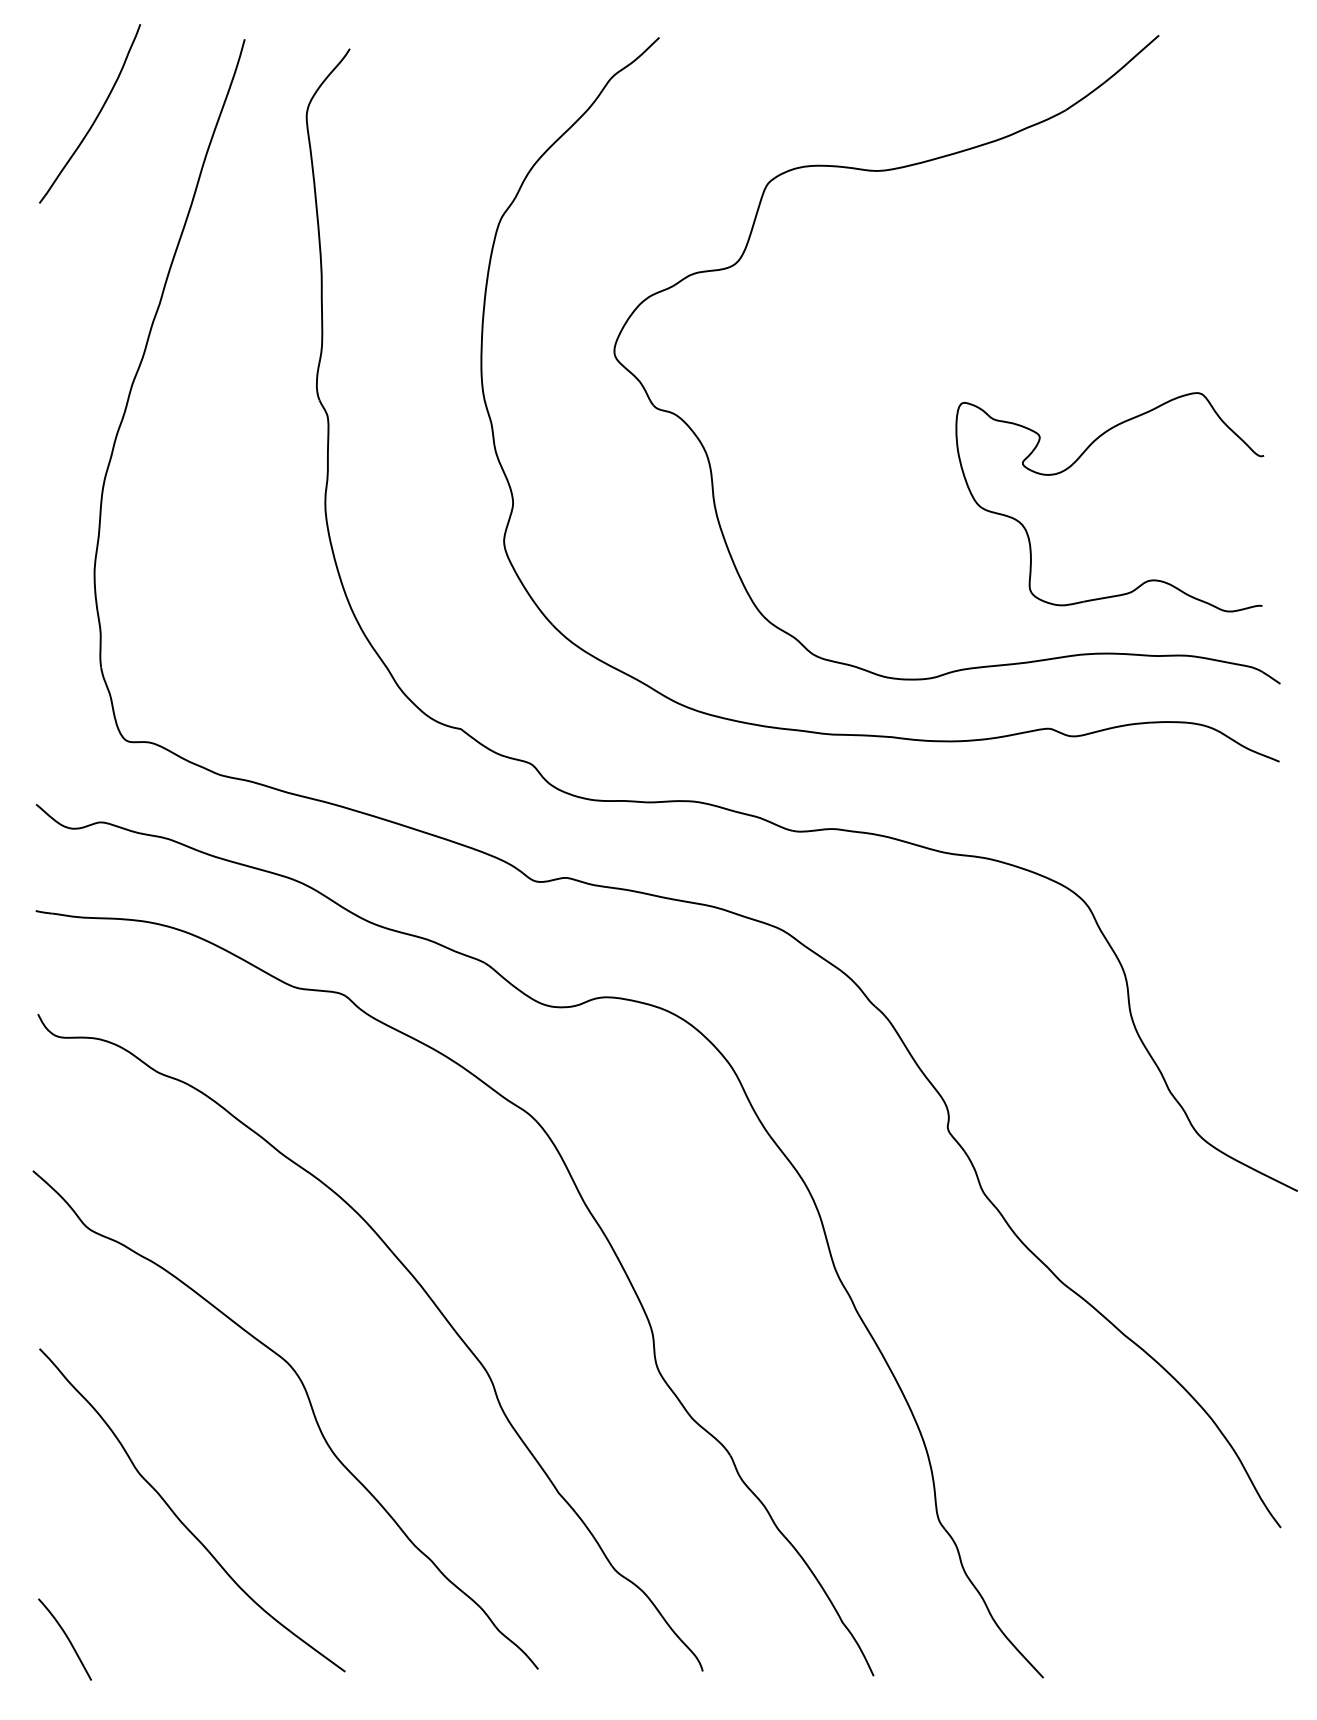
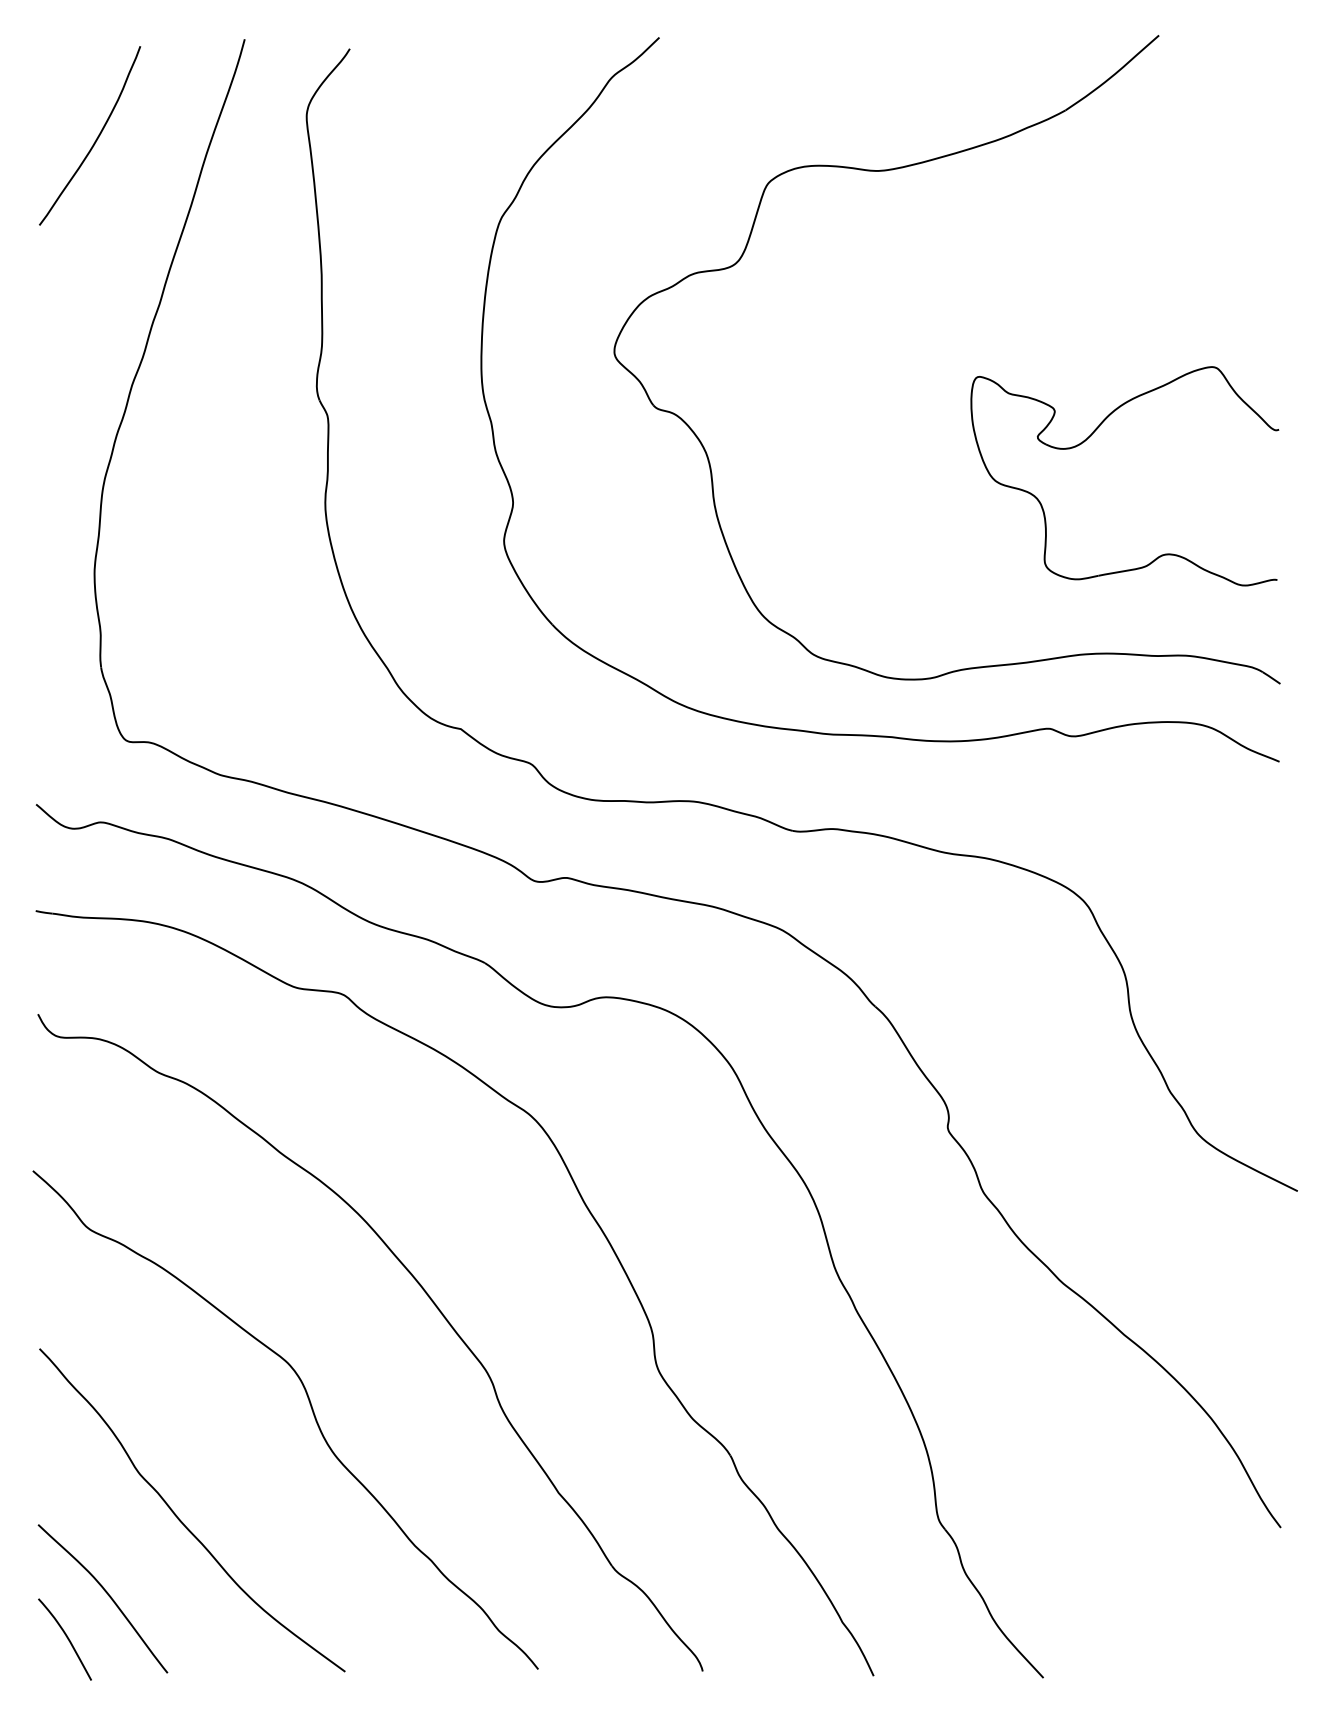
curve at (95, 117) position: (95, 117) -> (95, 139)
part at (1076, 462) position: (1076, 462) -> (1091, 436)
curve at (108, 1596): none -> present
